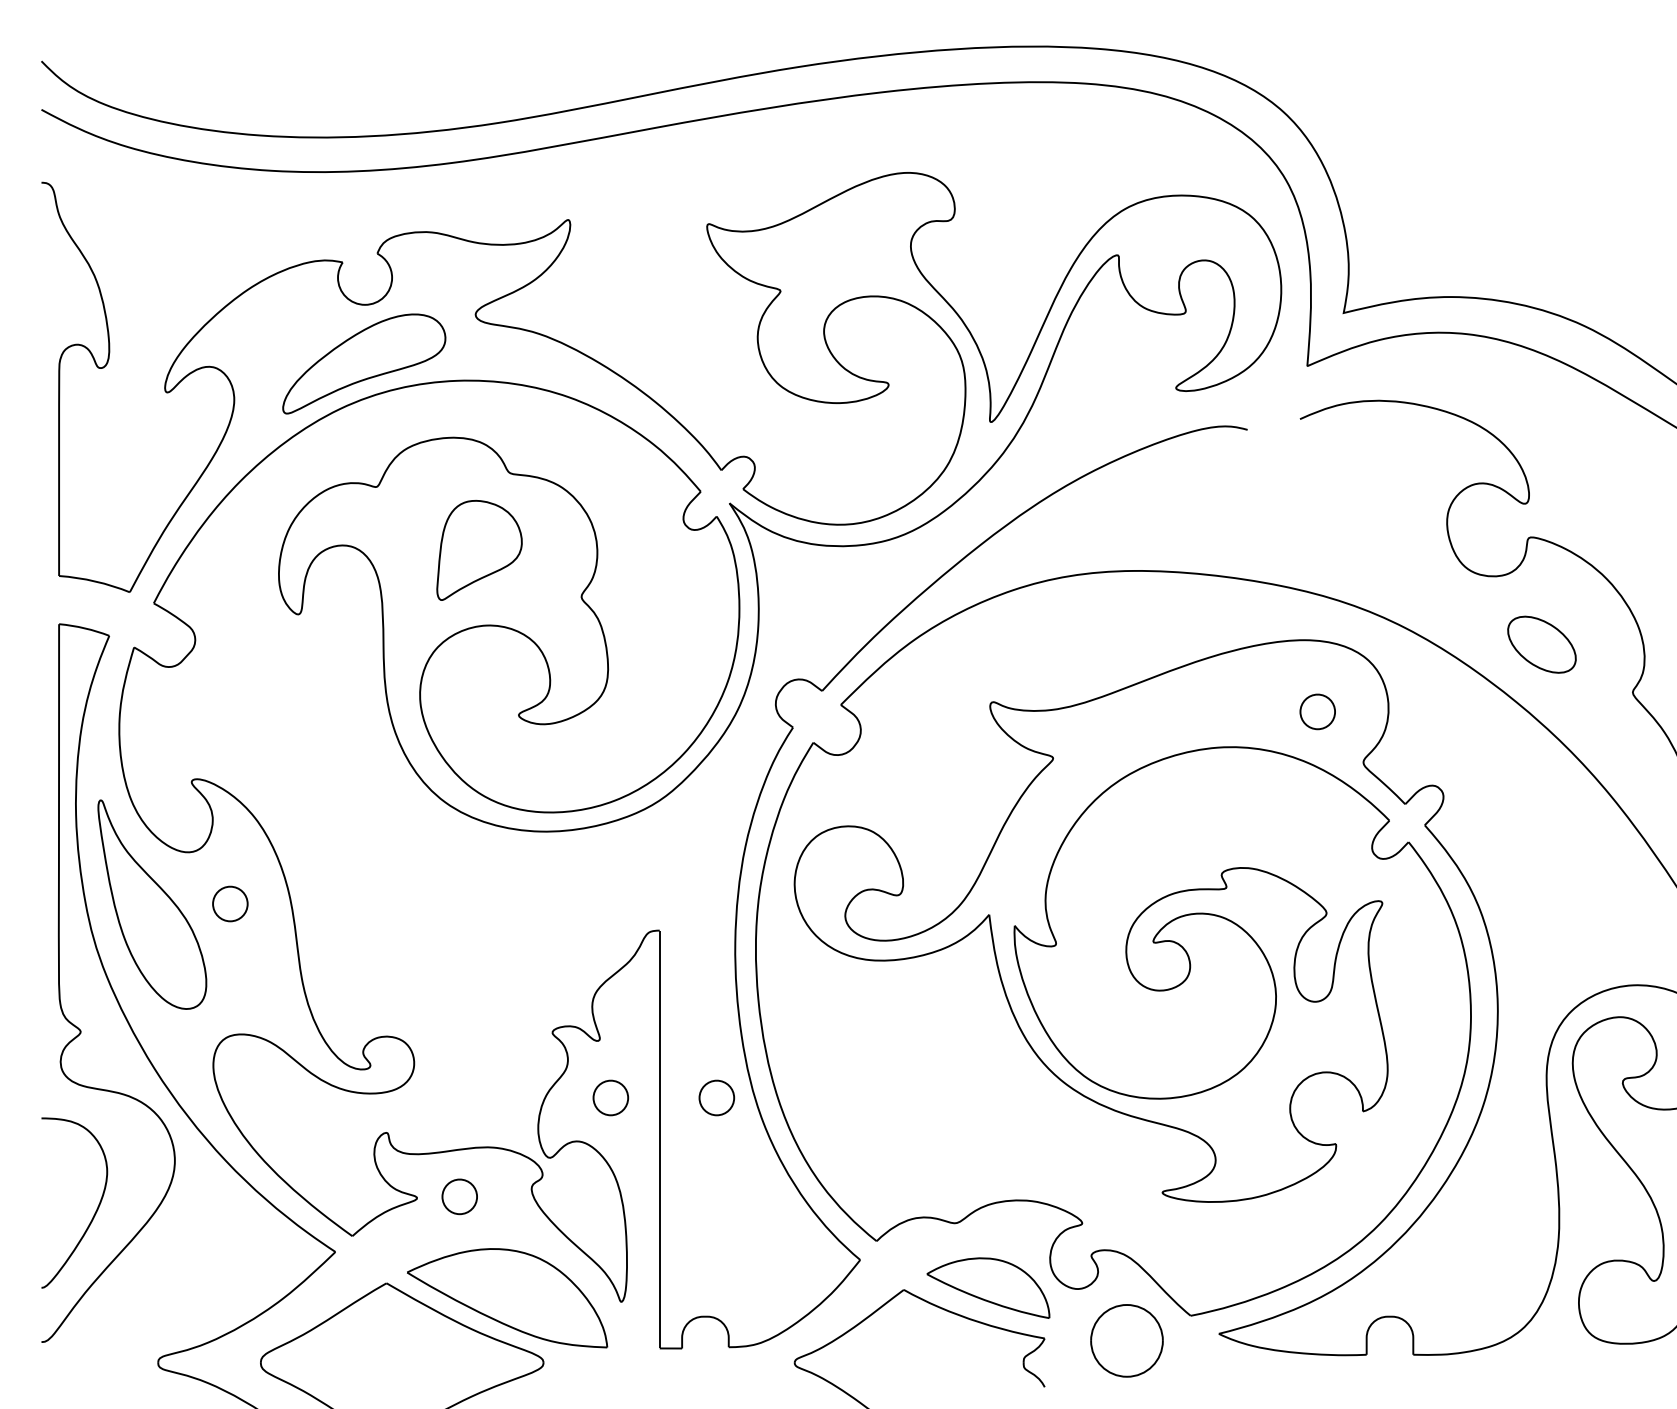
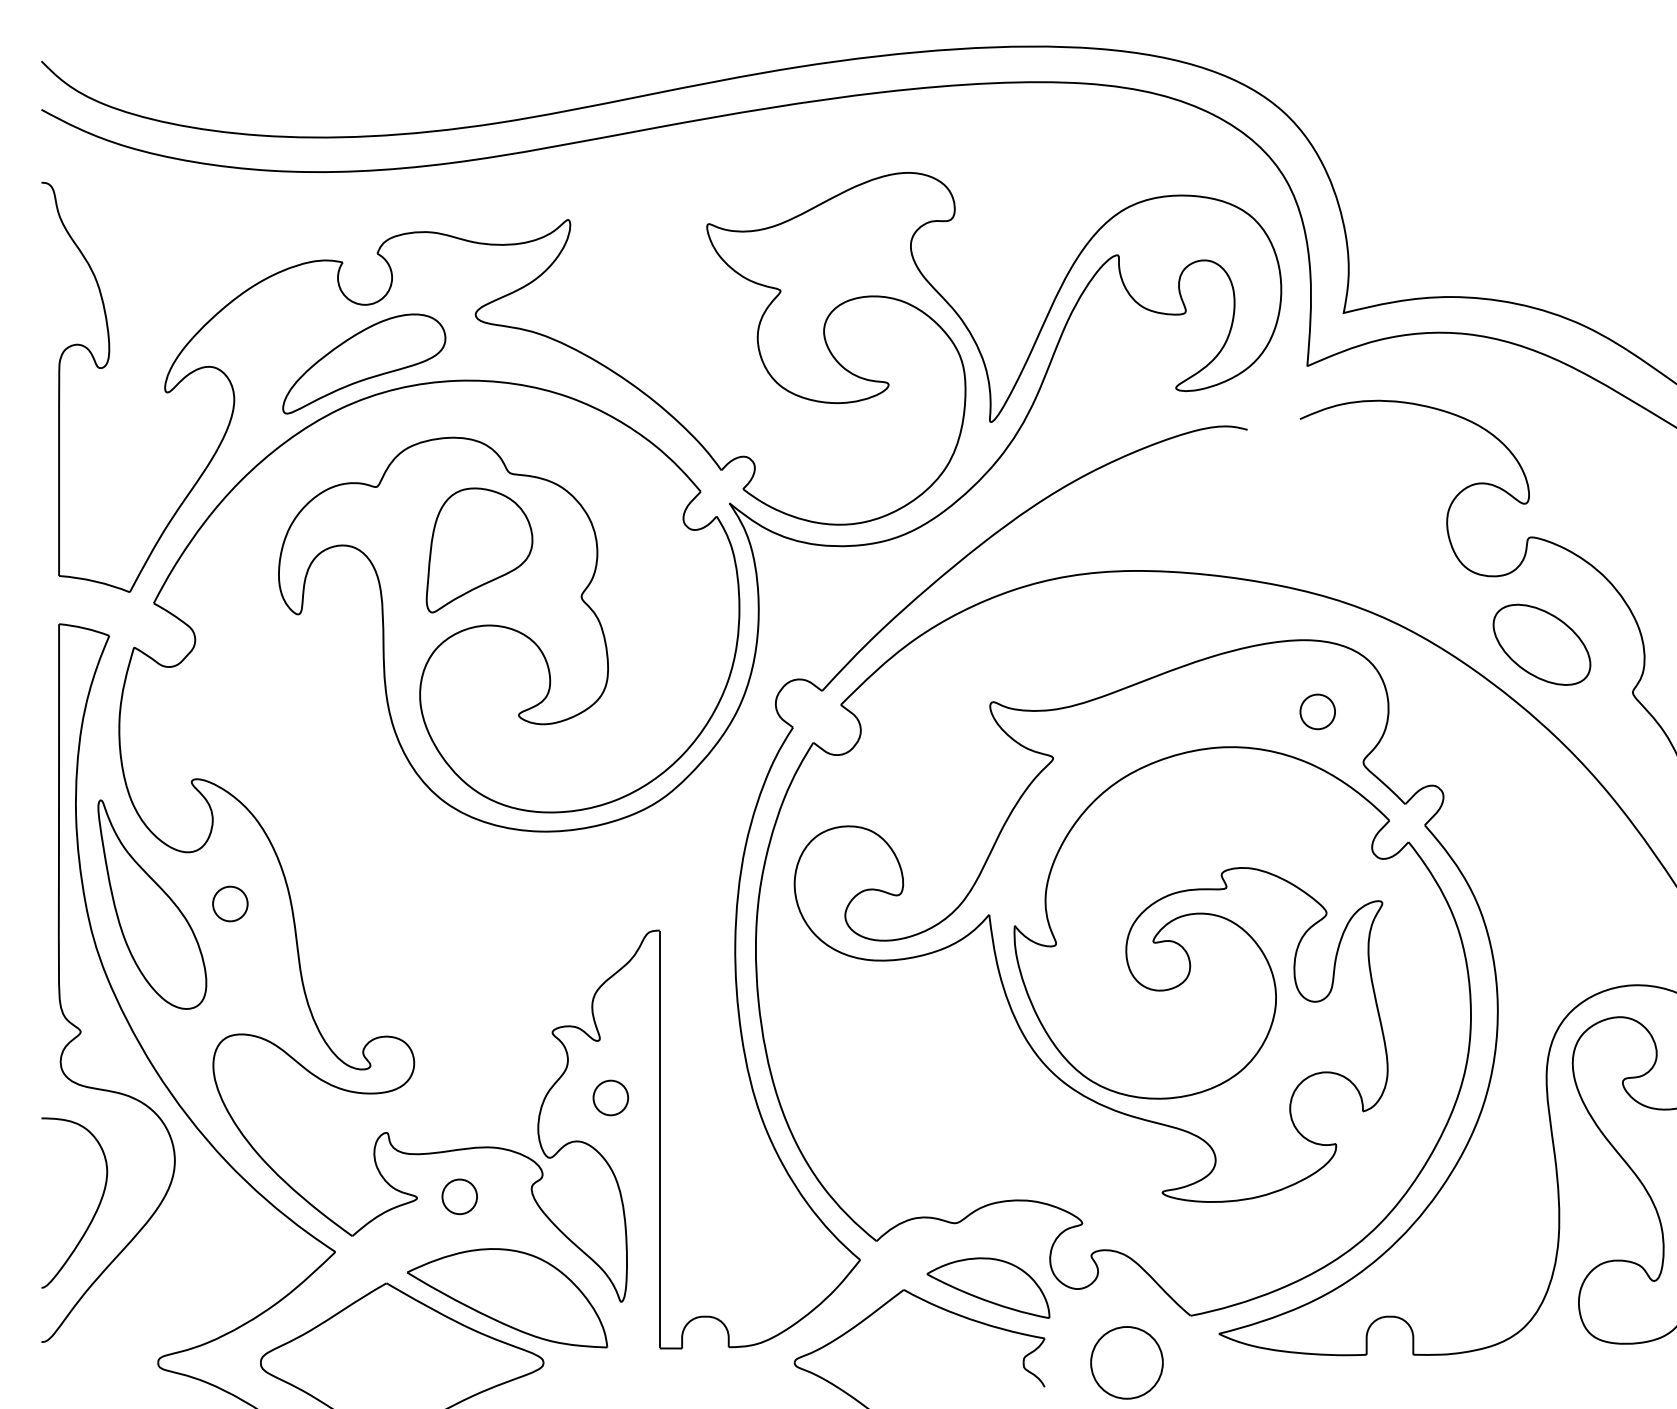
part at (479, 550) size: 87x101 px -> 109x127 px
part at (1541, 644) size: 70x59 px -> 100x83 px
part at (716, 1097): present -> none
part at (1126, 1340) position: (1126, 1340) -> (1126, 1362)
